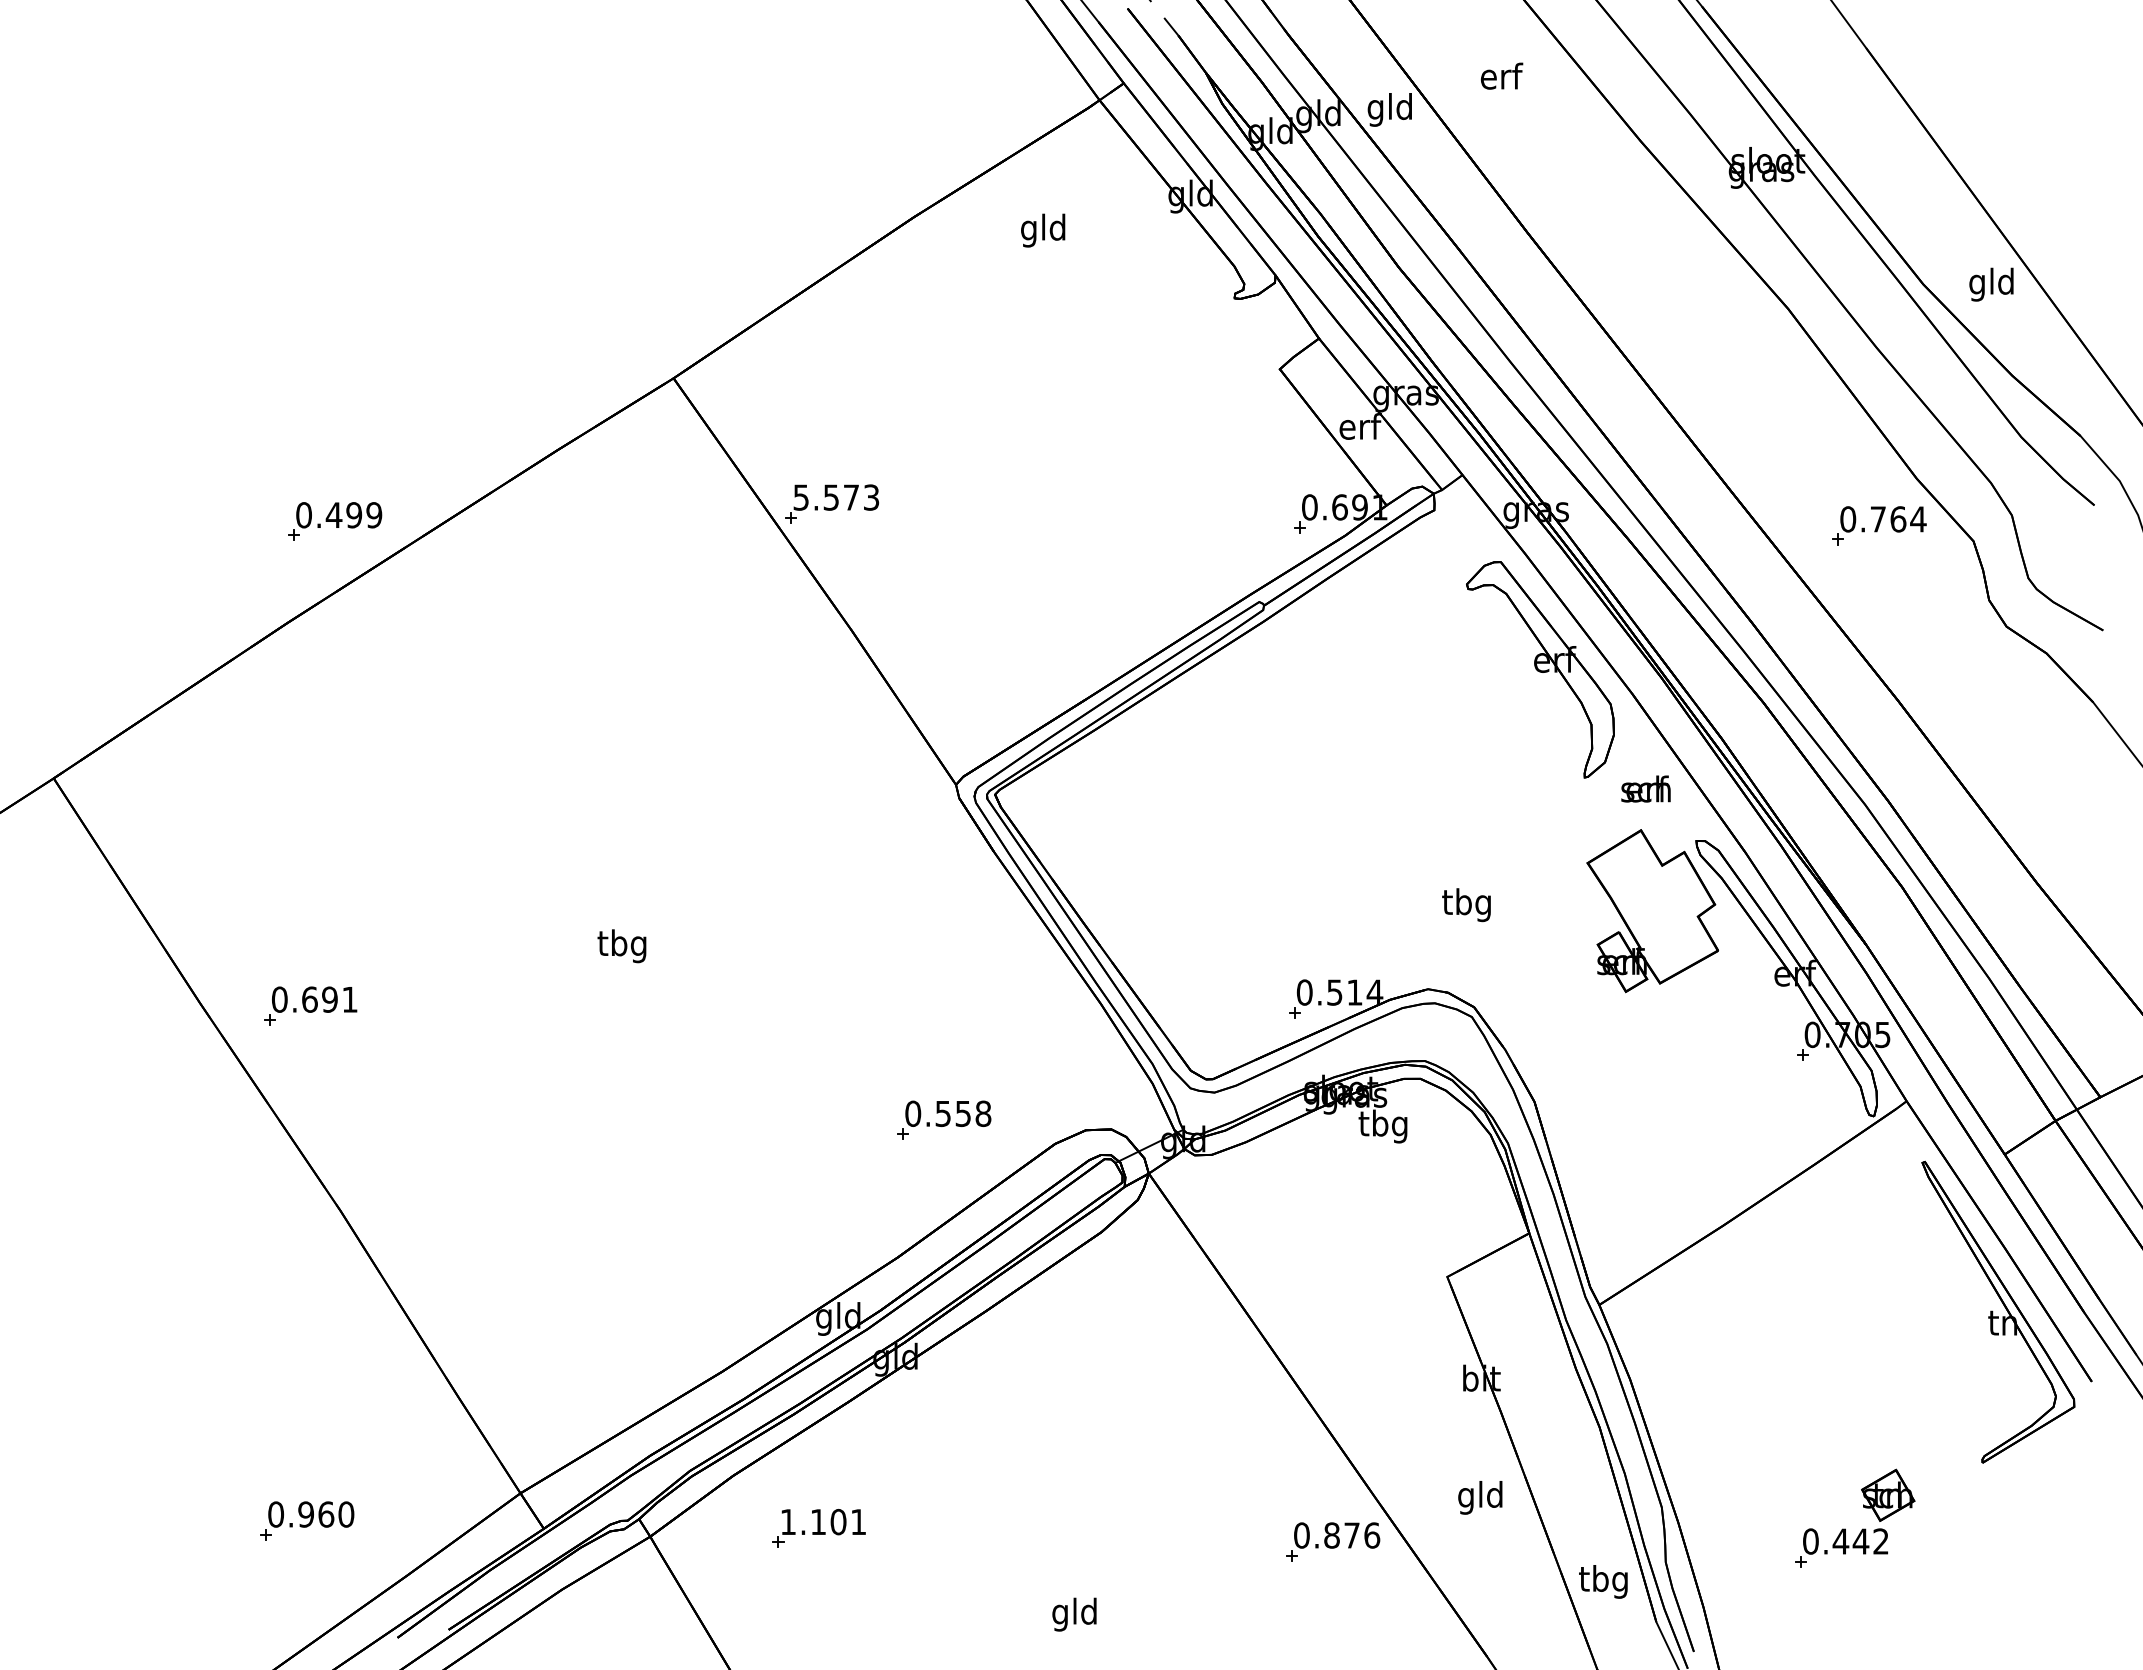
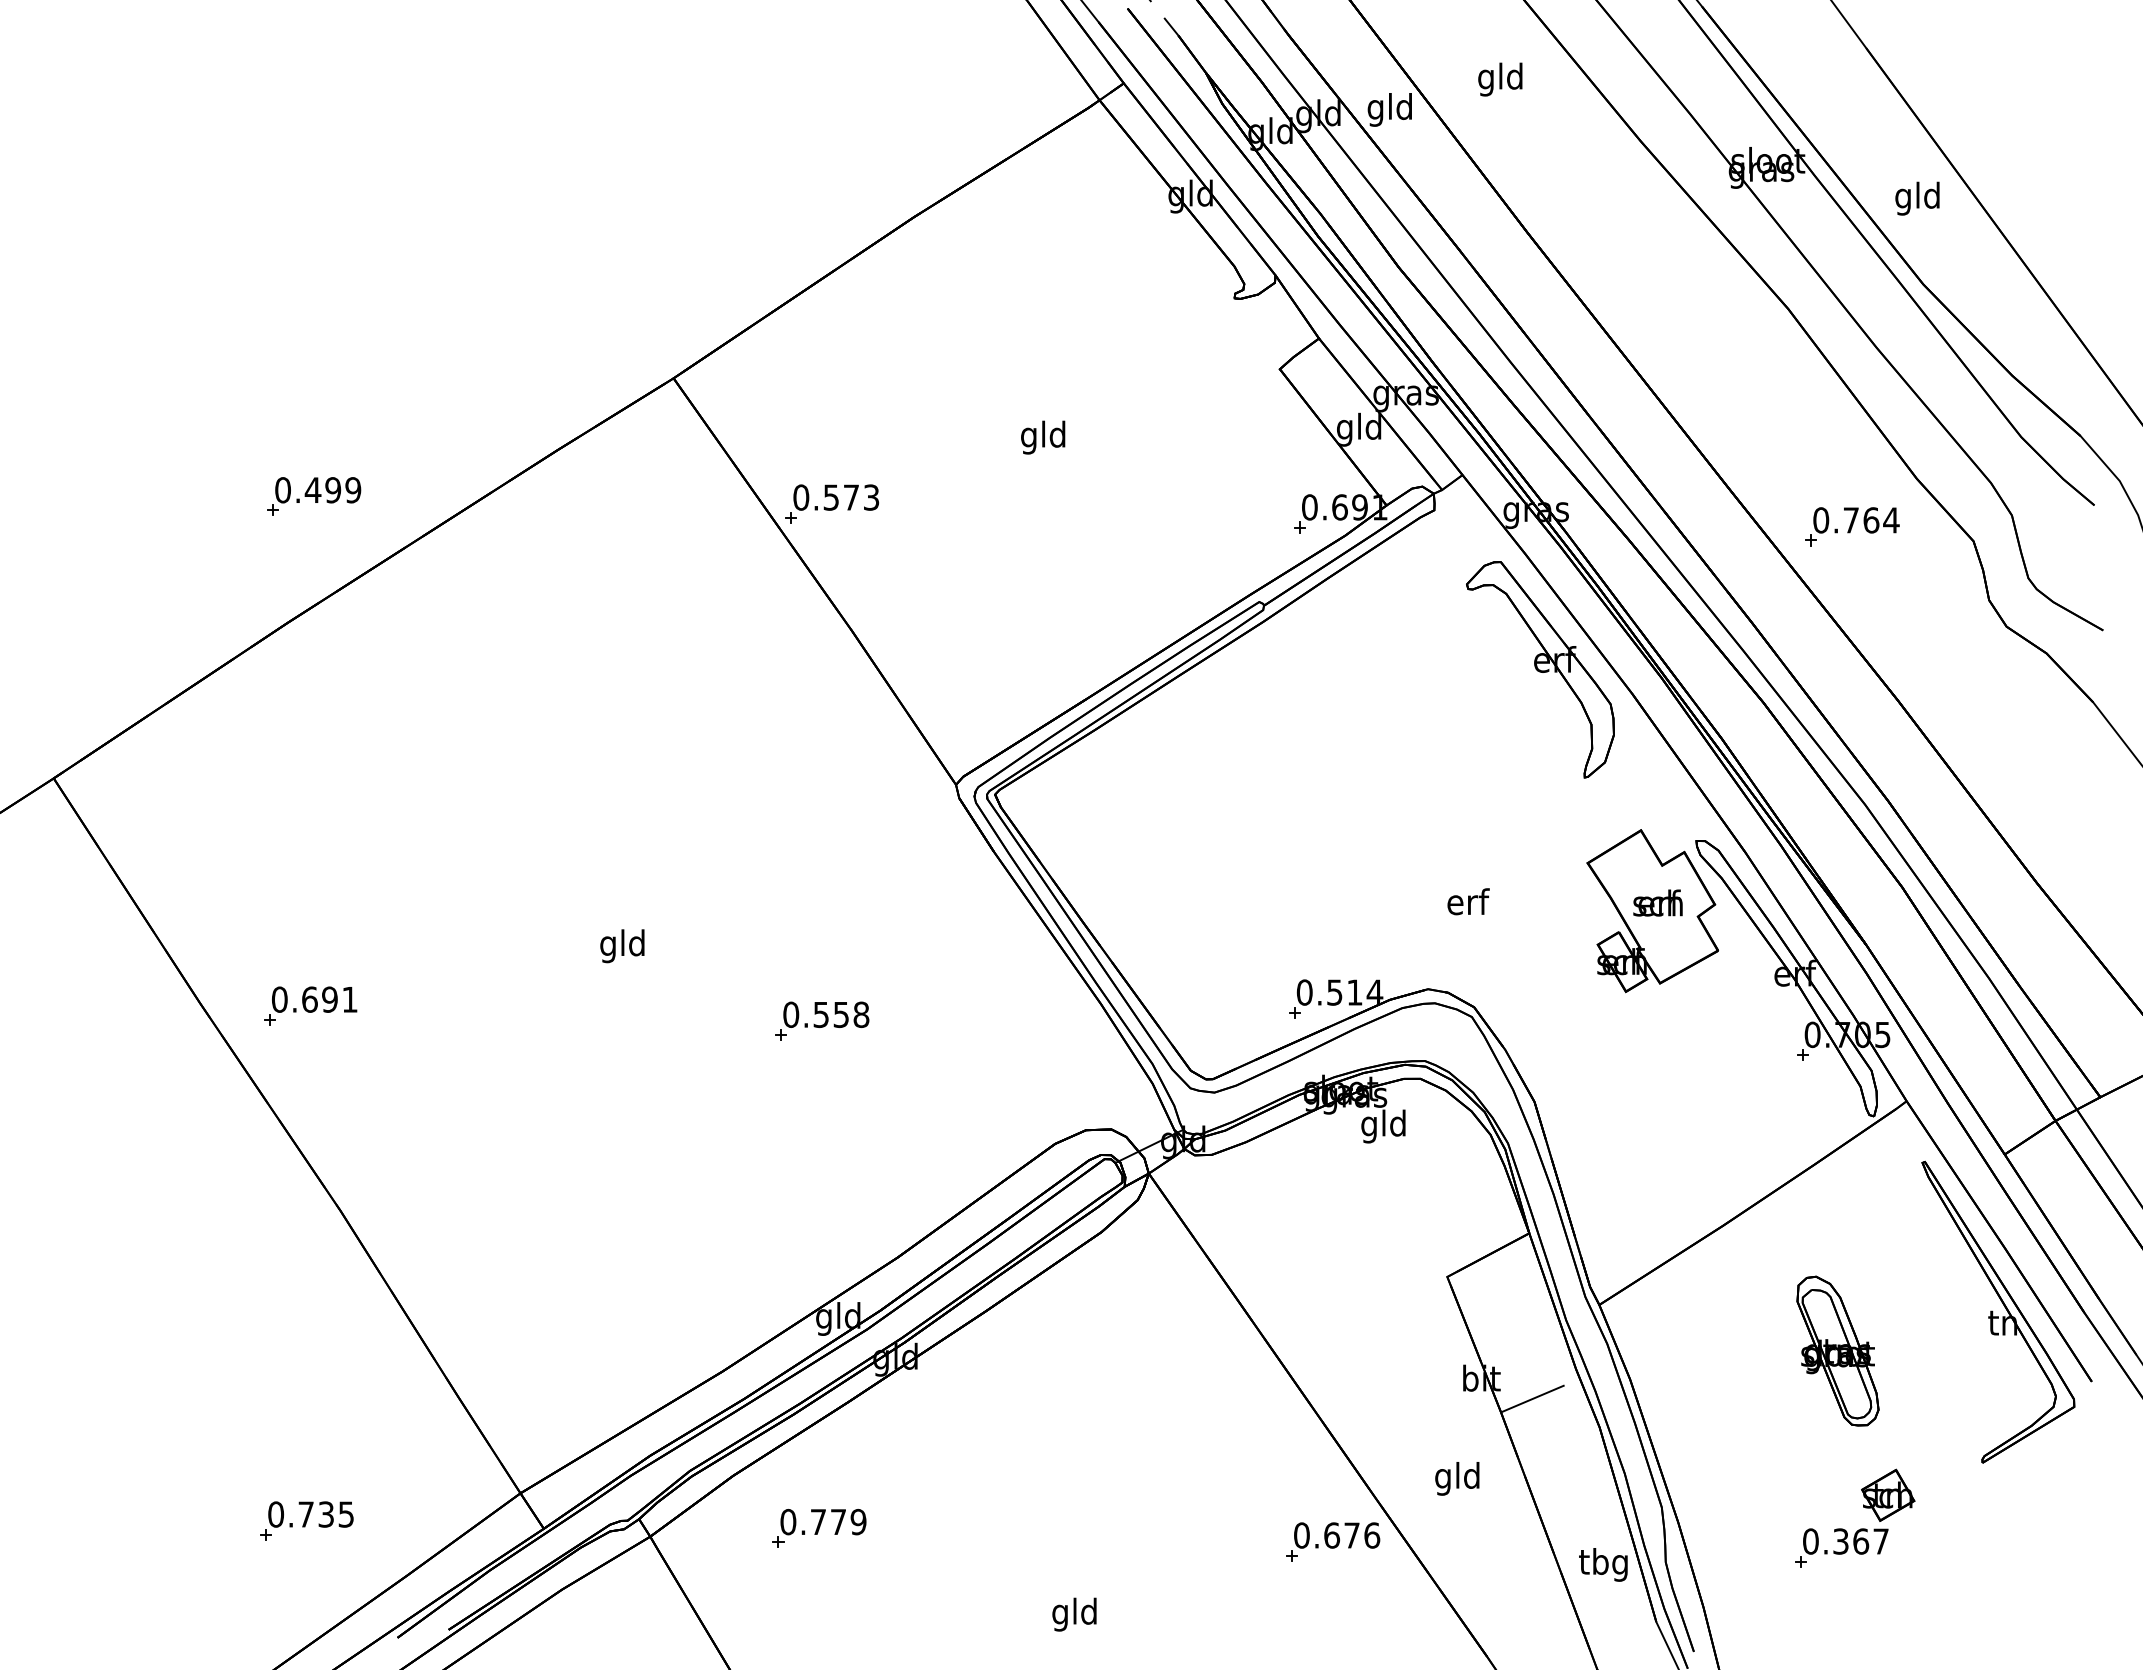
text at (1500, 79): erf -> gld
text at (1043, 230) position: (1043, 230) -> (1043, 437)
text at (1991, 284) position: (1991, 284) -> (1917, 198)
text at (1359, 429): erf -> gld
text at (801, 497): 5.573 -> 0.573
part at (335, 521) position: (335, 521) -> (314, 496)
part at (1879, 525) position: (1879, 525) -> (1852, 526)
text at (1645, 788) position: (1645, 788) -> (1657, 902)
text at (1466, 905): tbg -> erf
text at (621, 946): tbg -> gld
part at (944, 1119) position: (944, 1119) -> (822, 1020)
text at (1382, 1126): tbg -> gld
part at (1837, 1350): none -> present
line at (1532, 1398): none -> present
text at (1480, 1497) position: (1480, 1497) -> (1457, 1478)
text at (326, 1514): 0.960 -> 0.735
text at (823, 1521): 1.101 -> 0.779
text at (1332, 1535): 0.876 -> 0.676
text at (1860, 1541): 0.442 -> 0.367
text at (1603, 1581) position: (1603, 1581) -> (1603, 1564)
